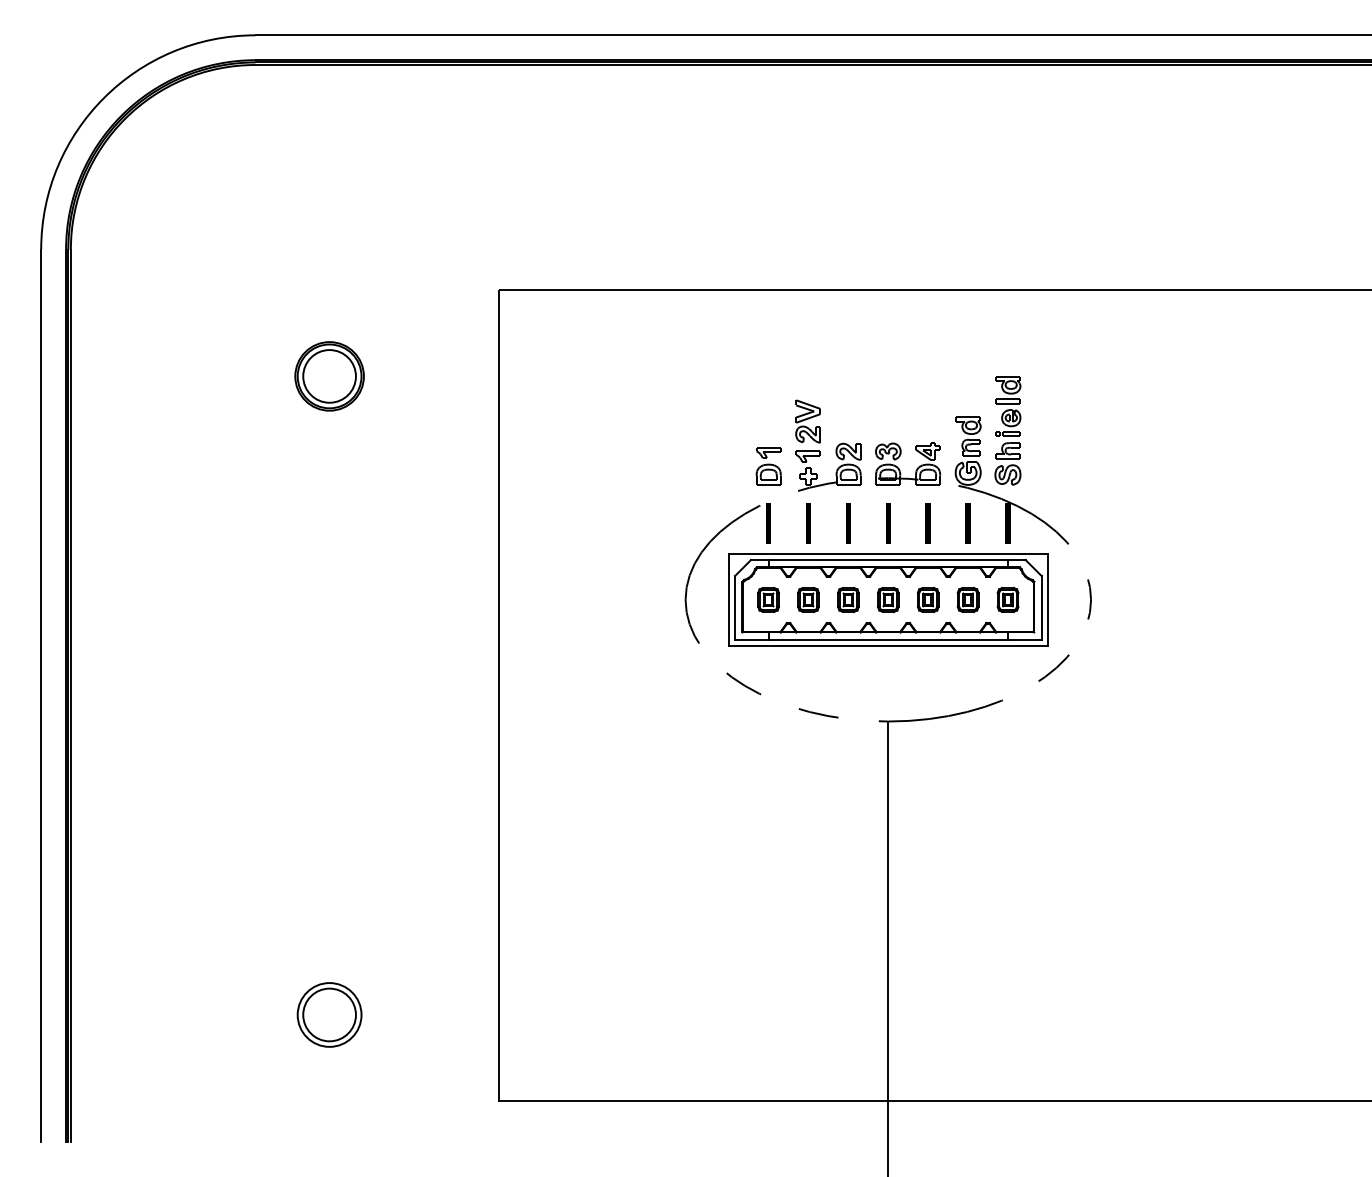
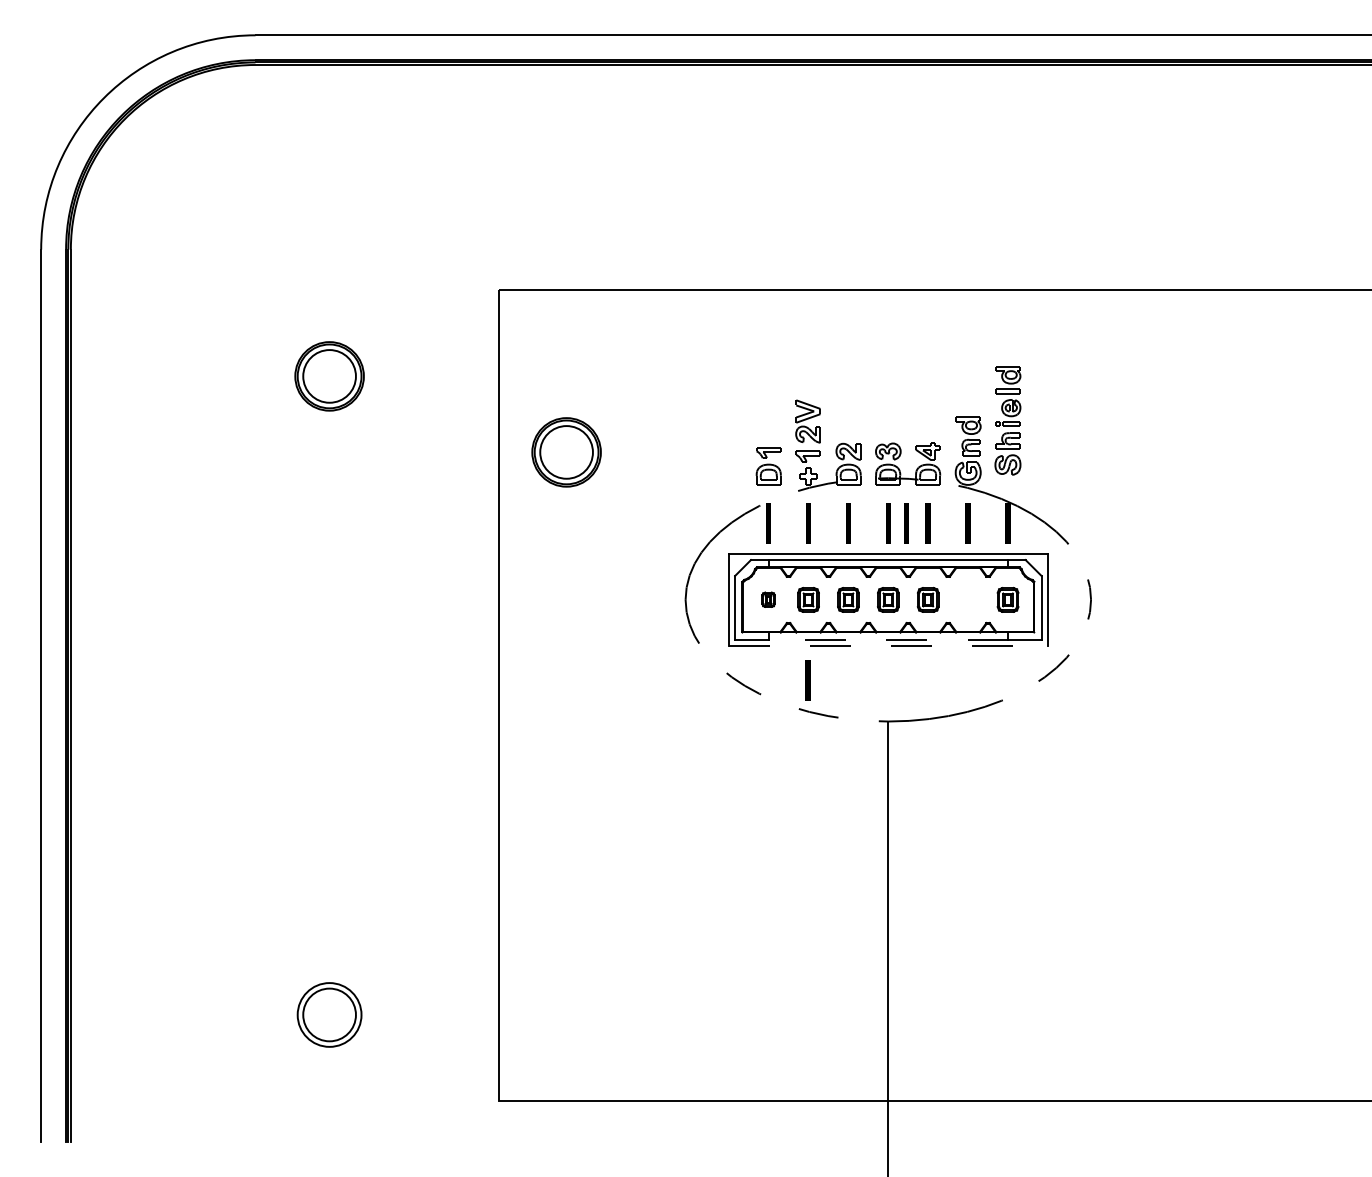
part at (1007, 430) position: (1007, 430) -> (1007, 420)
part at (566, 452): none -> present
line at (906, 523): none -> present
part at (768, 599) size: 23x27 px -> 15x17 px
part at (967, 599): present -> none
line at (888, 639): solid -> dashed
line at (888, 645): solid -> dashed
line at (807, 680): none -> present
